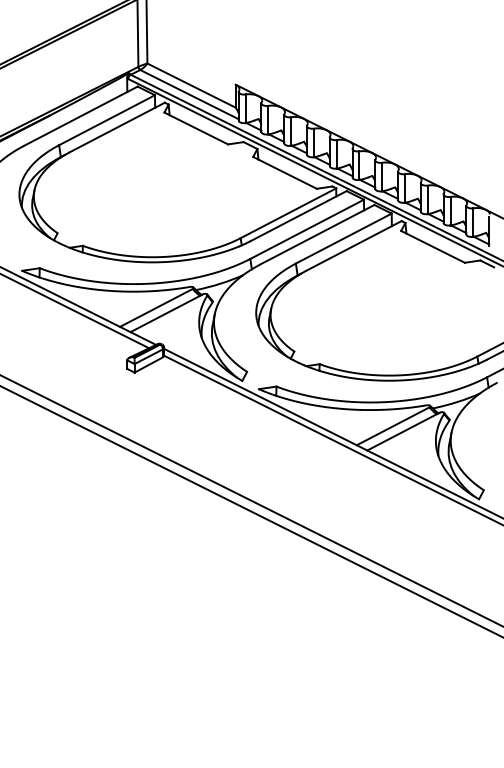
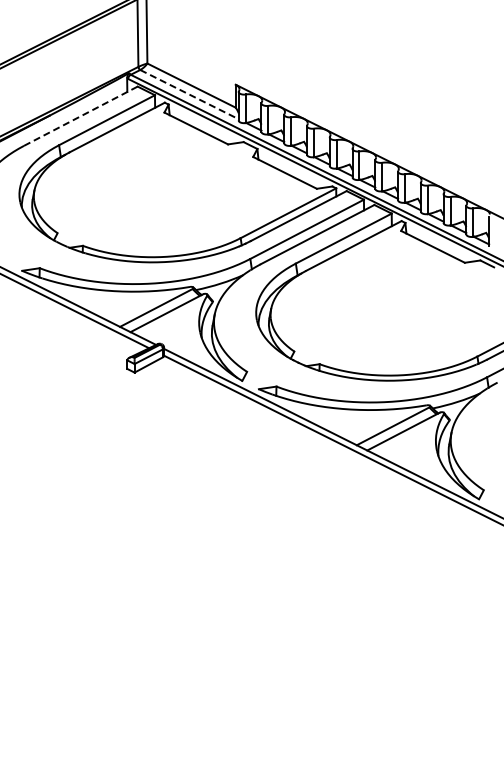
line at (189, 94): solid -> dashed
line at (81, 116): solid -> dashed
line at (251, 500): present -> none
line at (251, 511): present -> none
